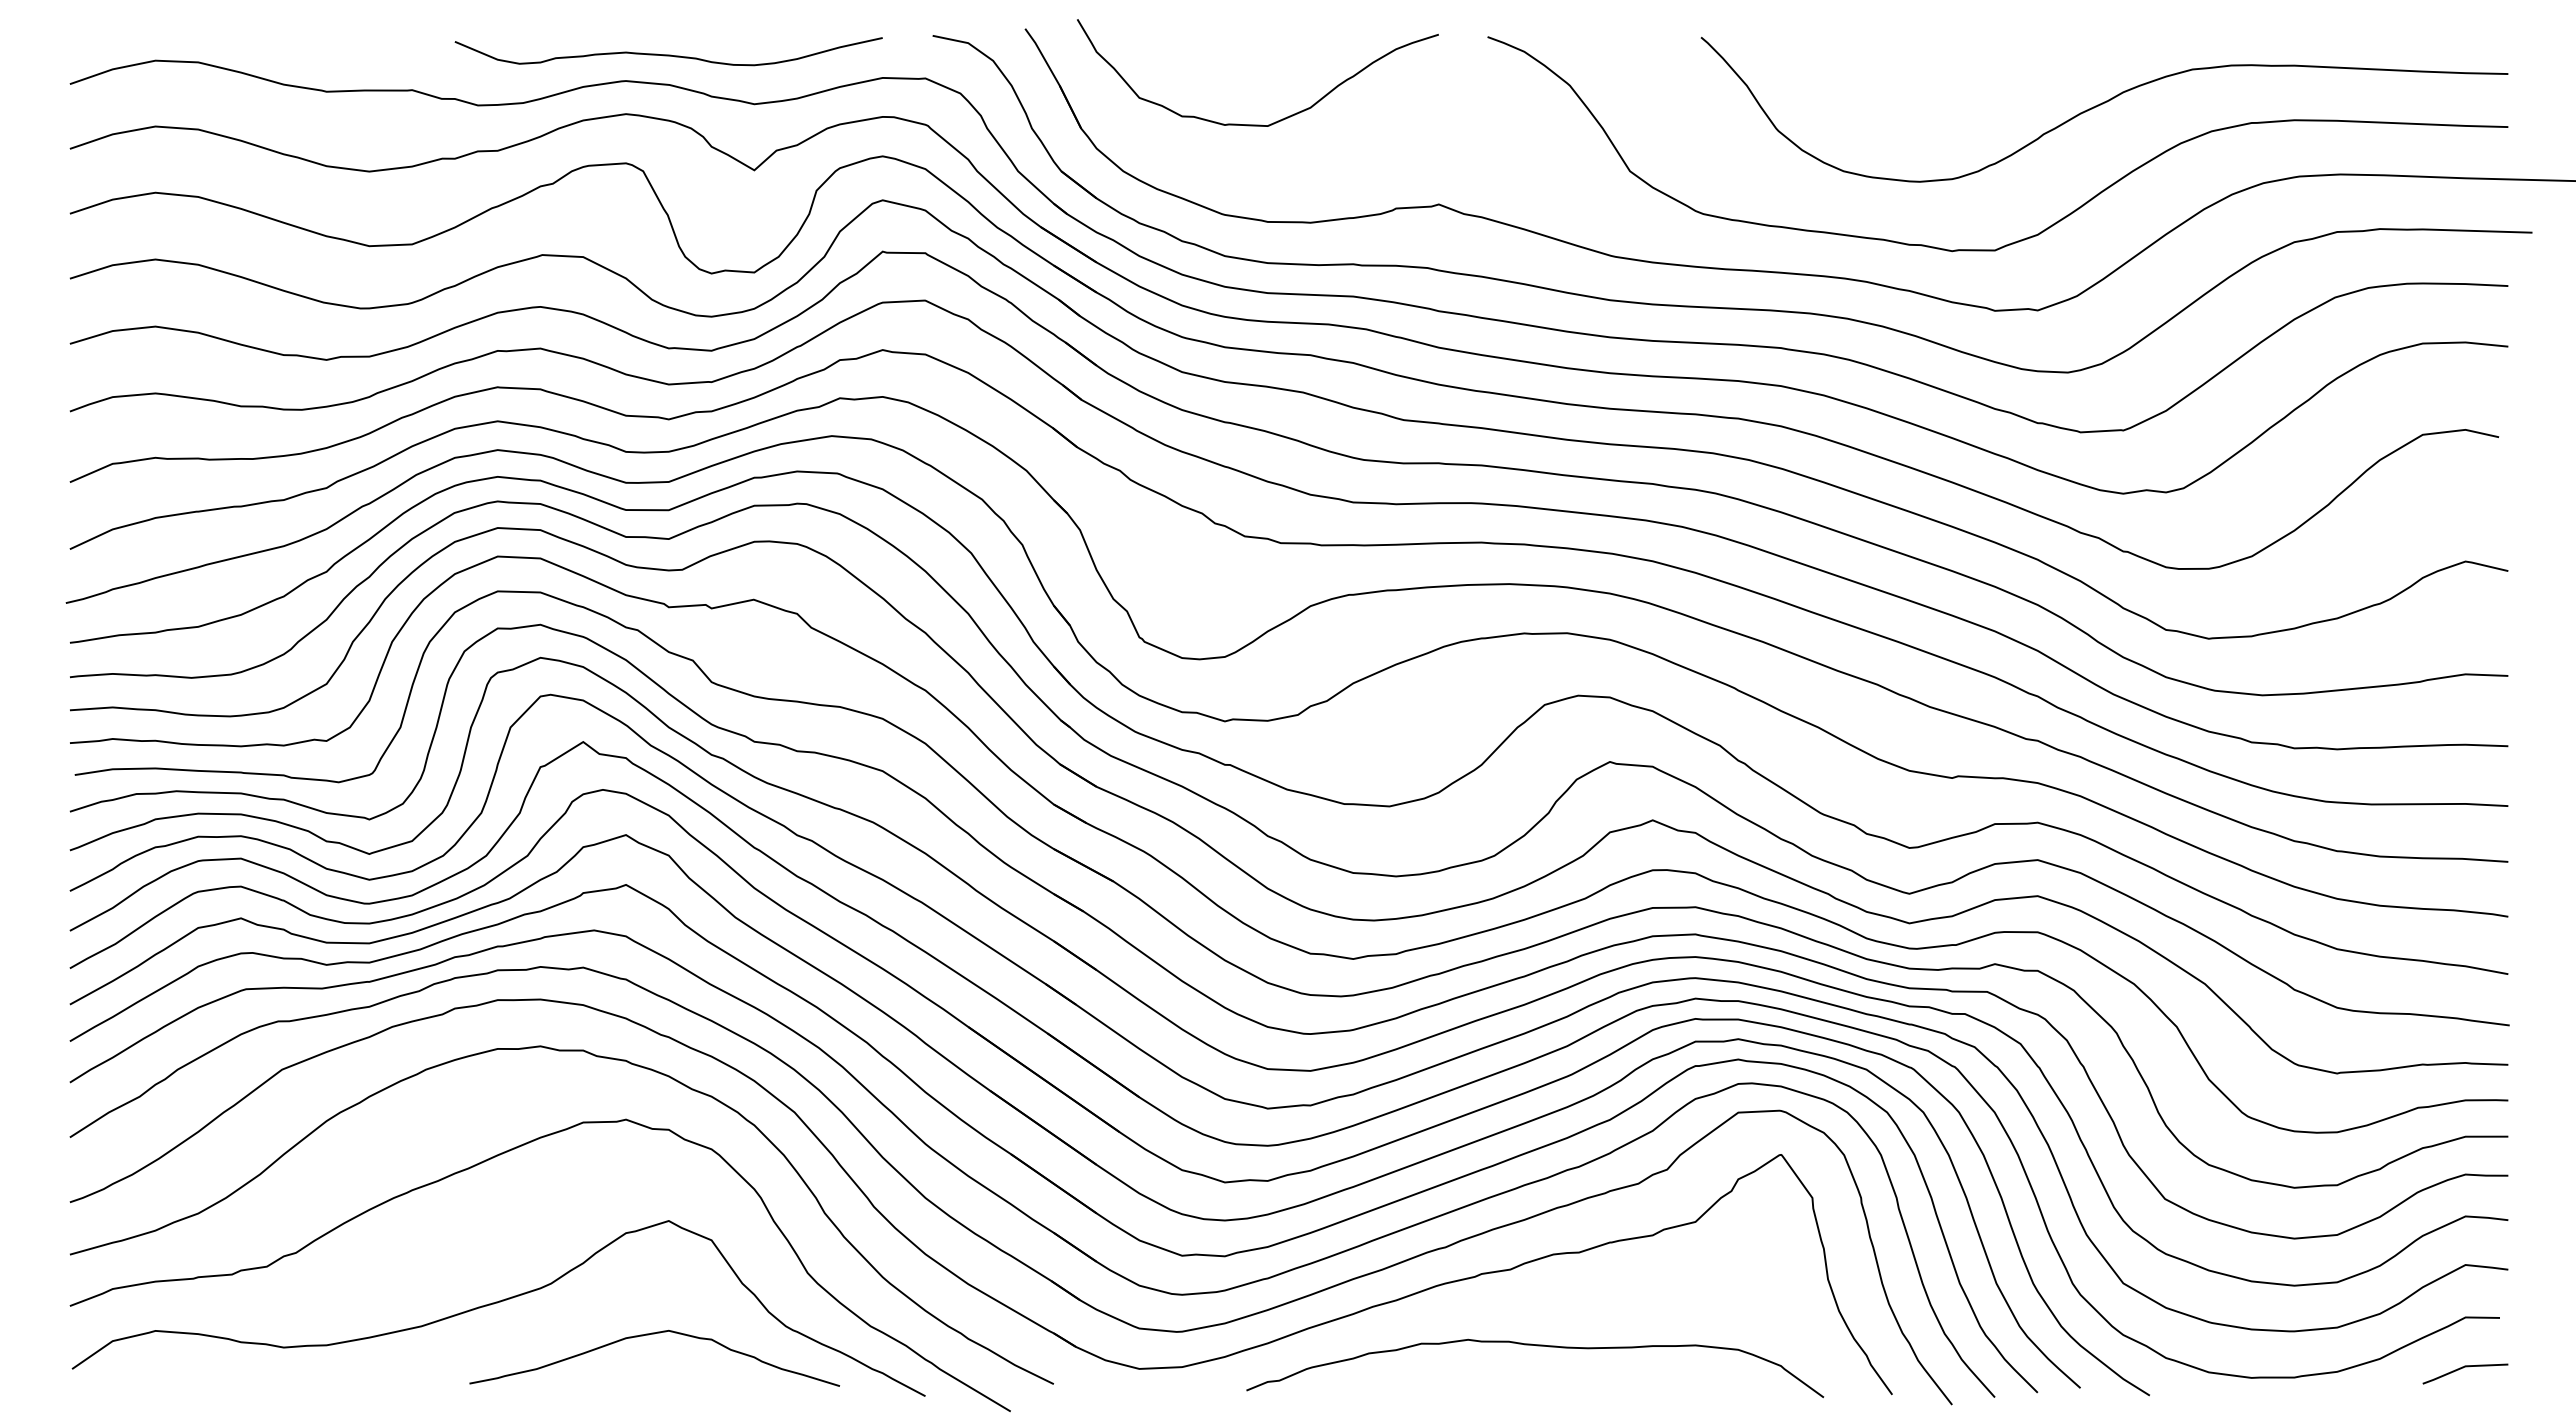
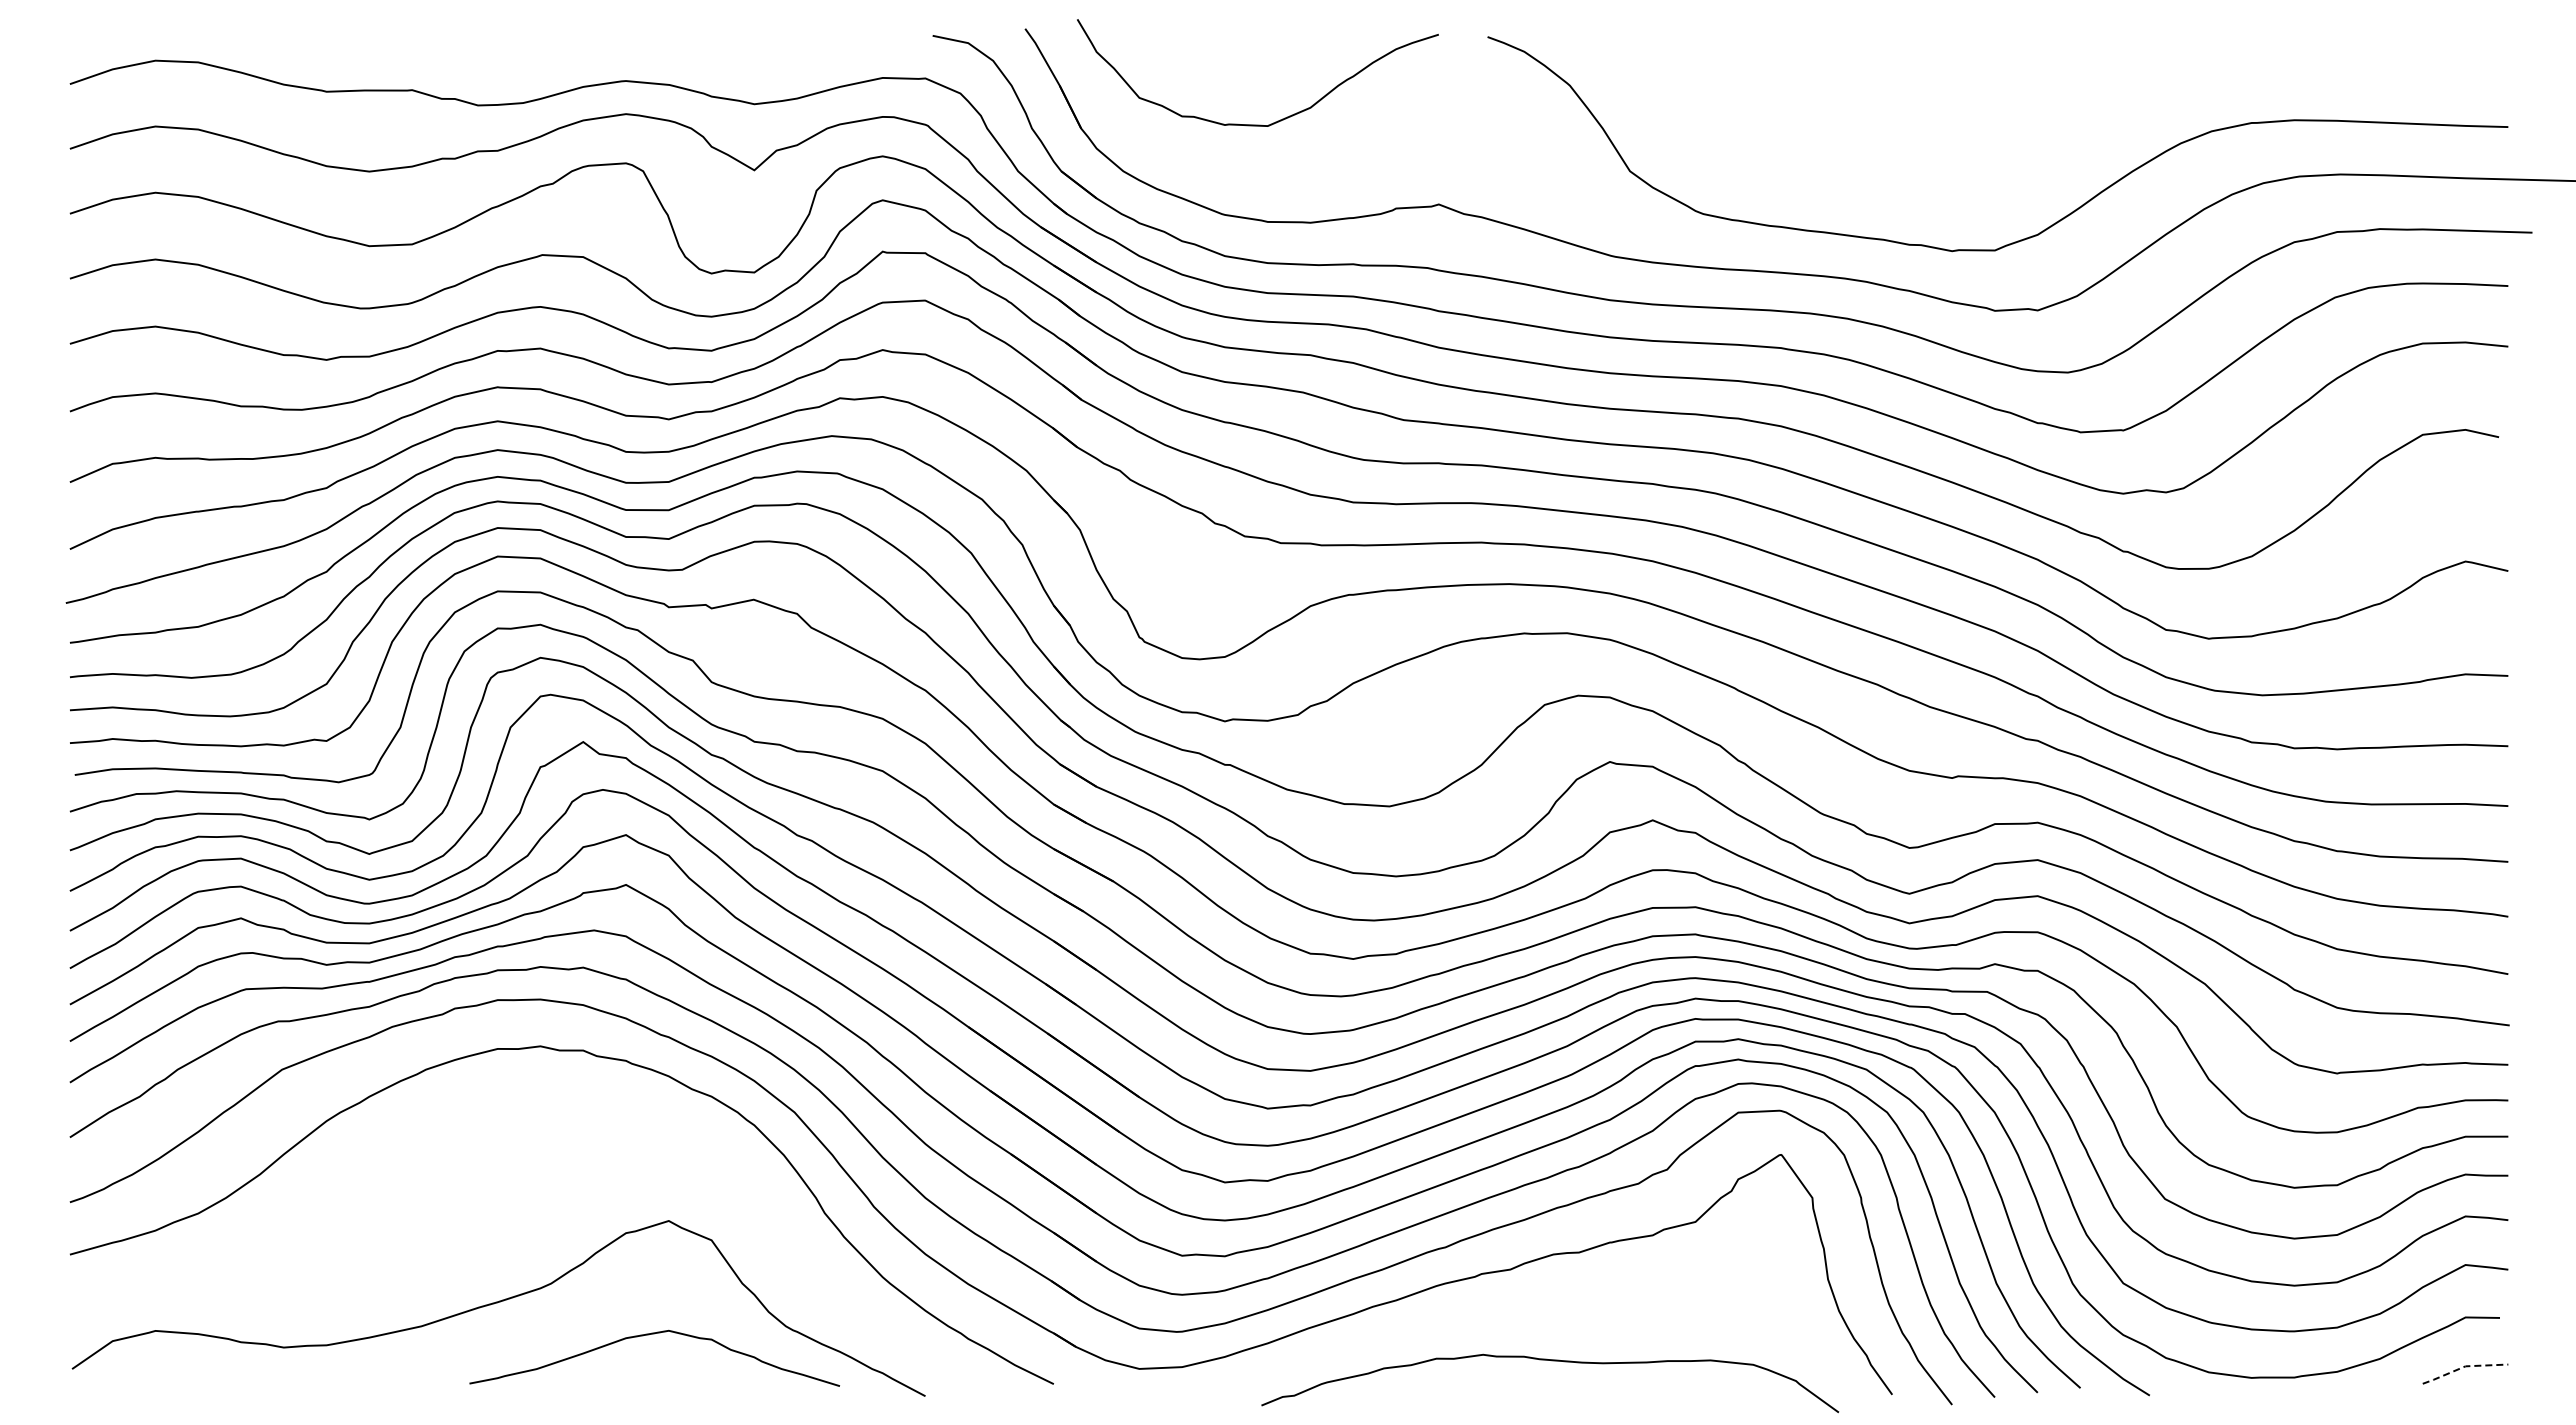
curve at (668, 54): present -> none
curve at (2103, 104): present -> none
curve at (491, 1159): present -> none
curve at (1536, 1346) position: (1536, 1346) -> (1551, 1361)
line at (2463, 1367): solid -> dashed
